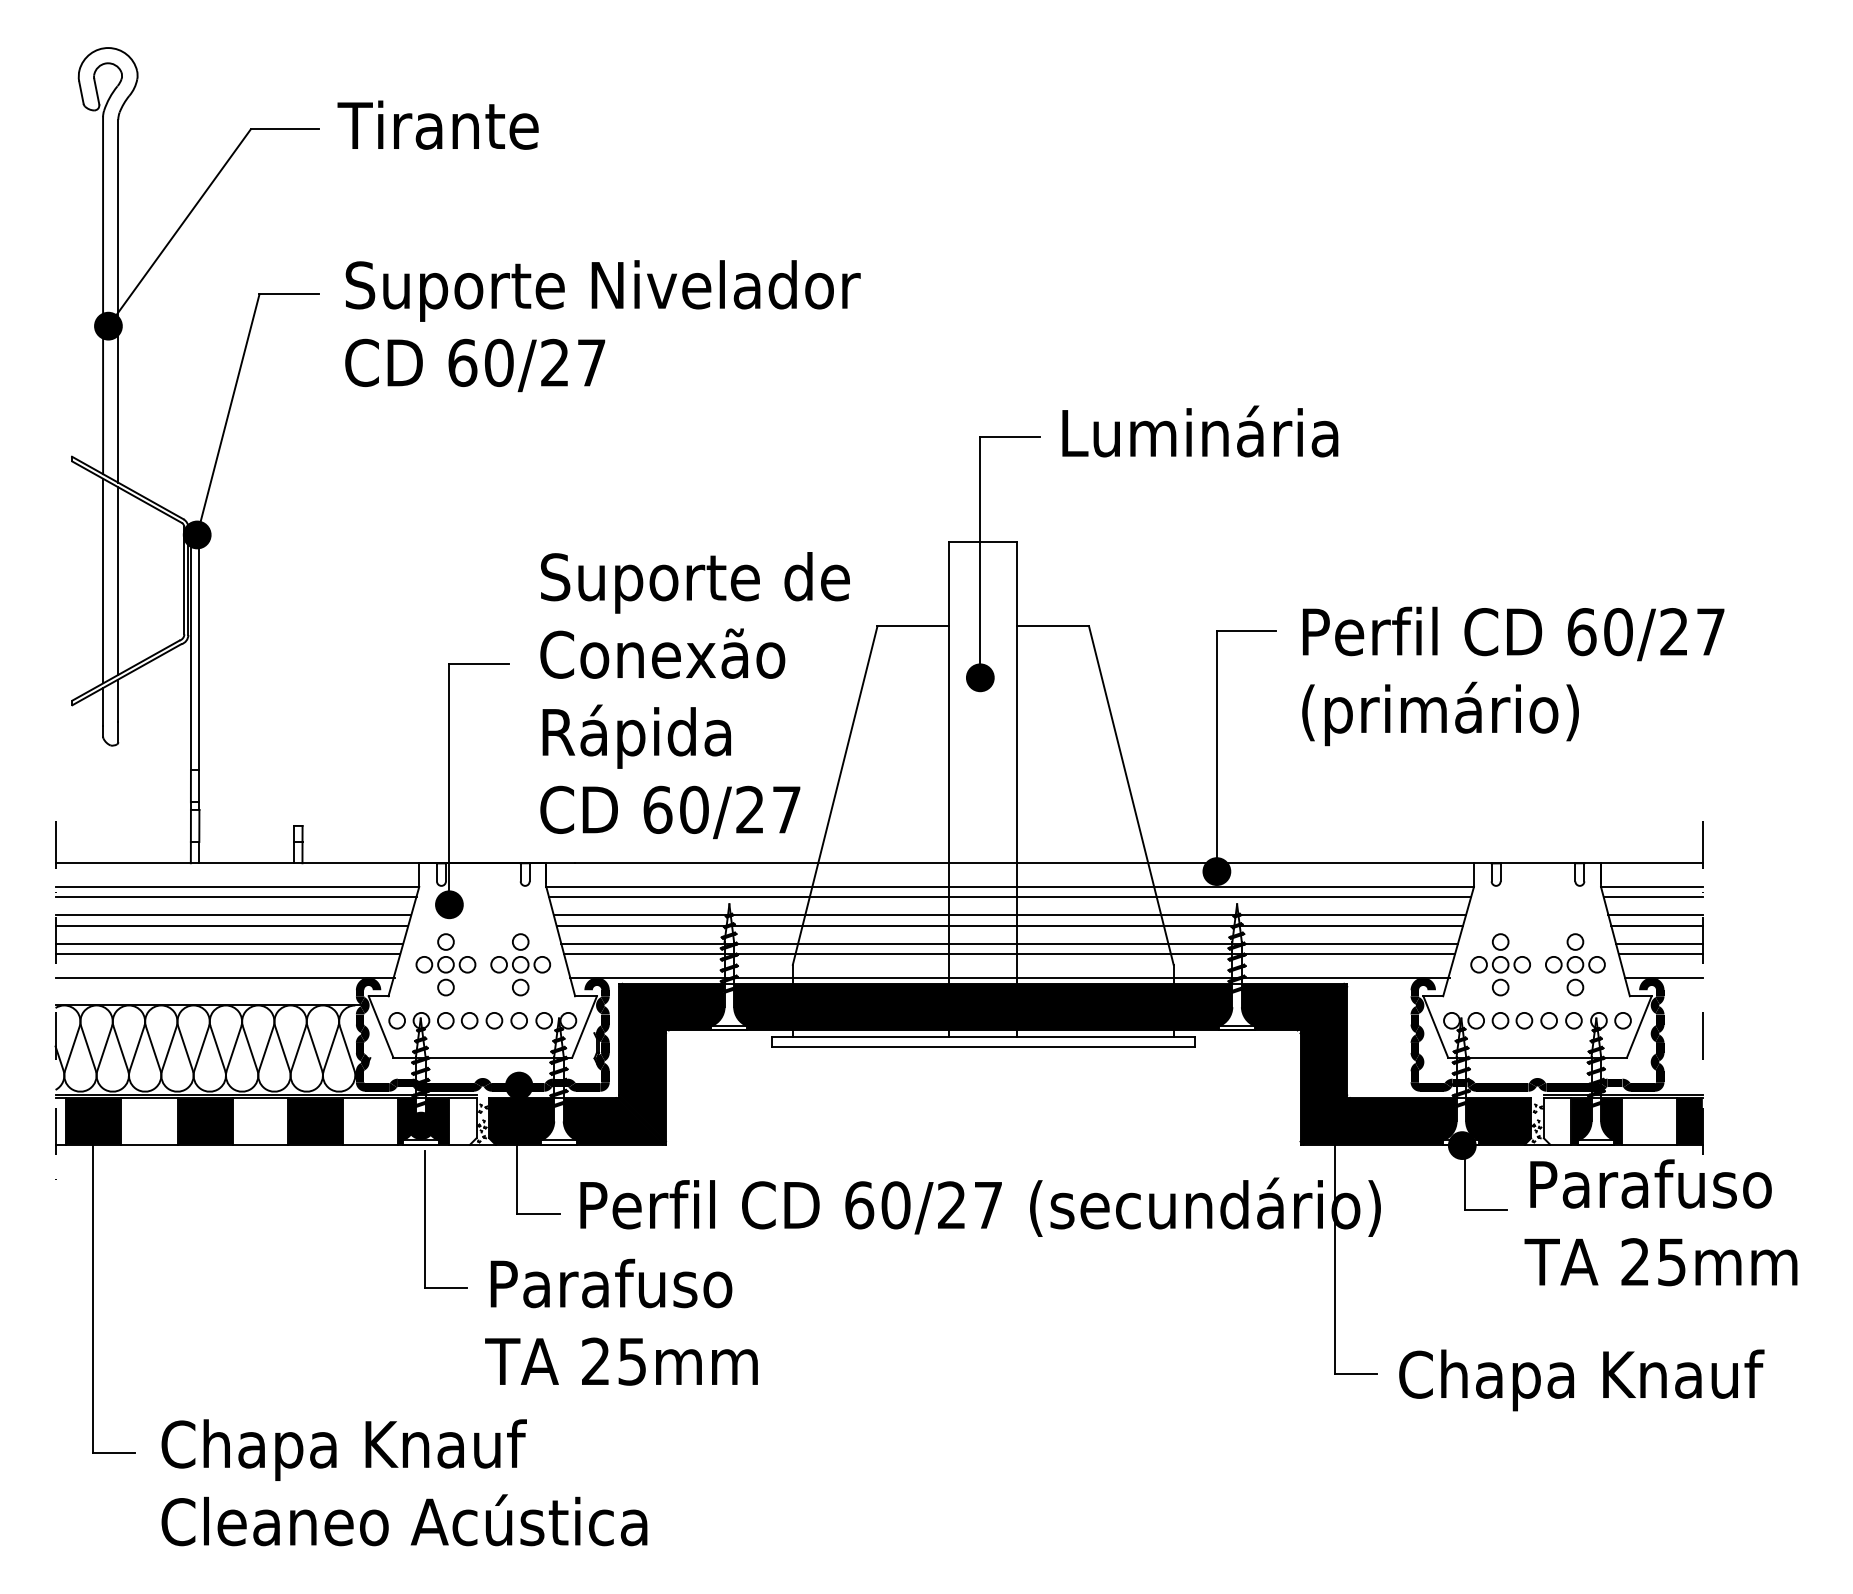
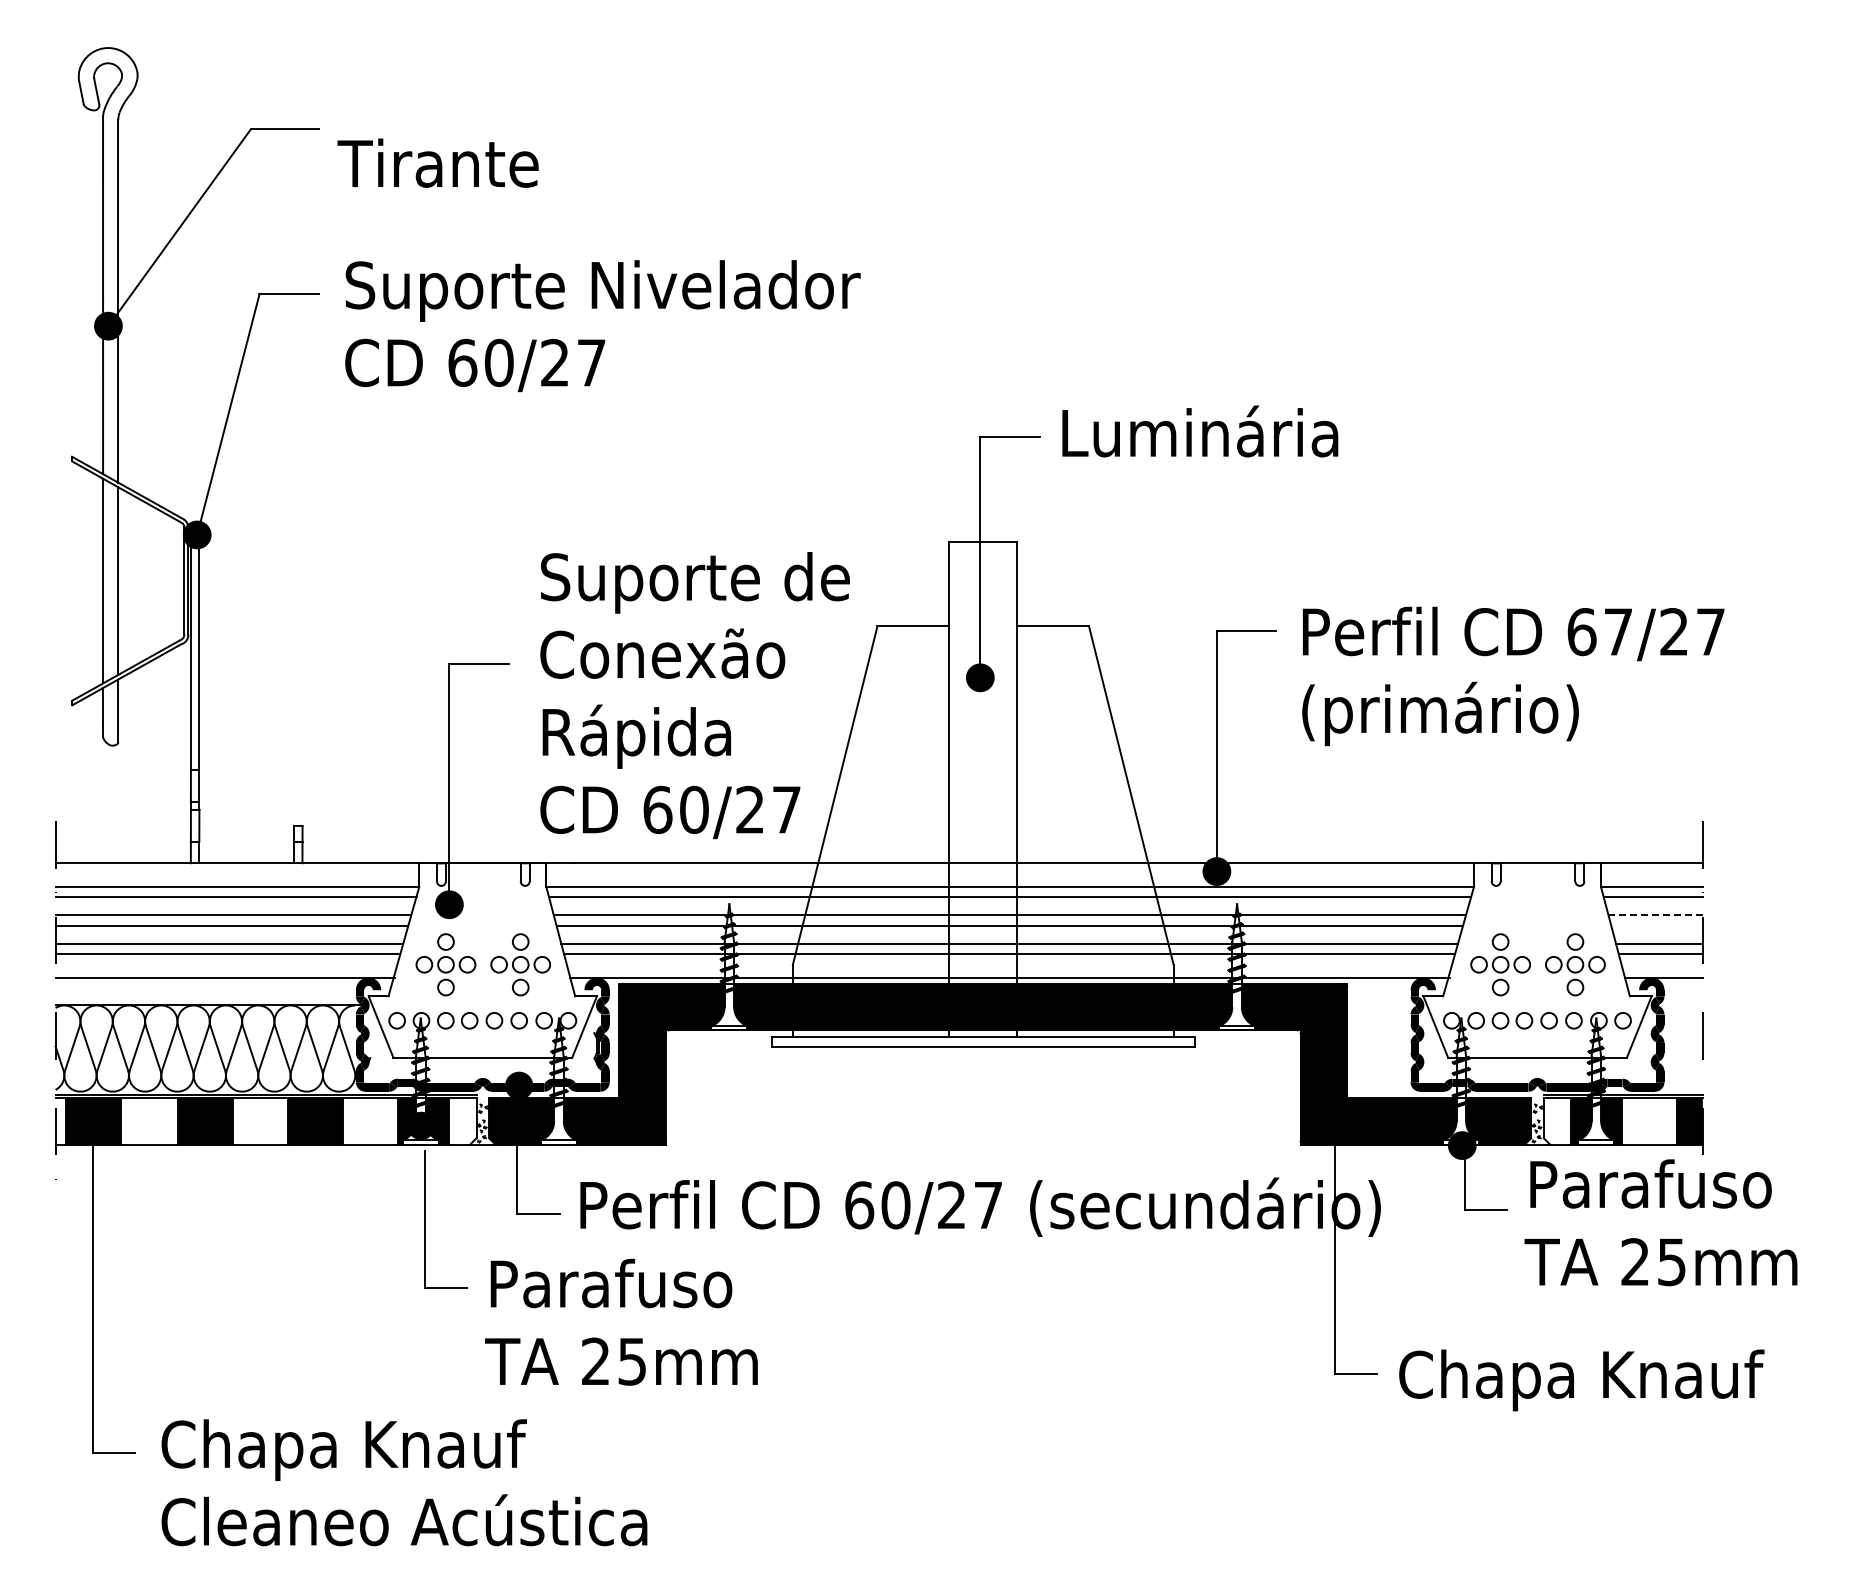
text at (437, 124) position: (437, 124) -> (437, 162)
text at (1618, 632): 60/27 -> 67/27
line at (1656, 915): solid -> dashed
line at (1656, 925): present -> none
